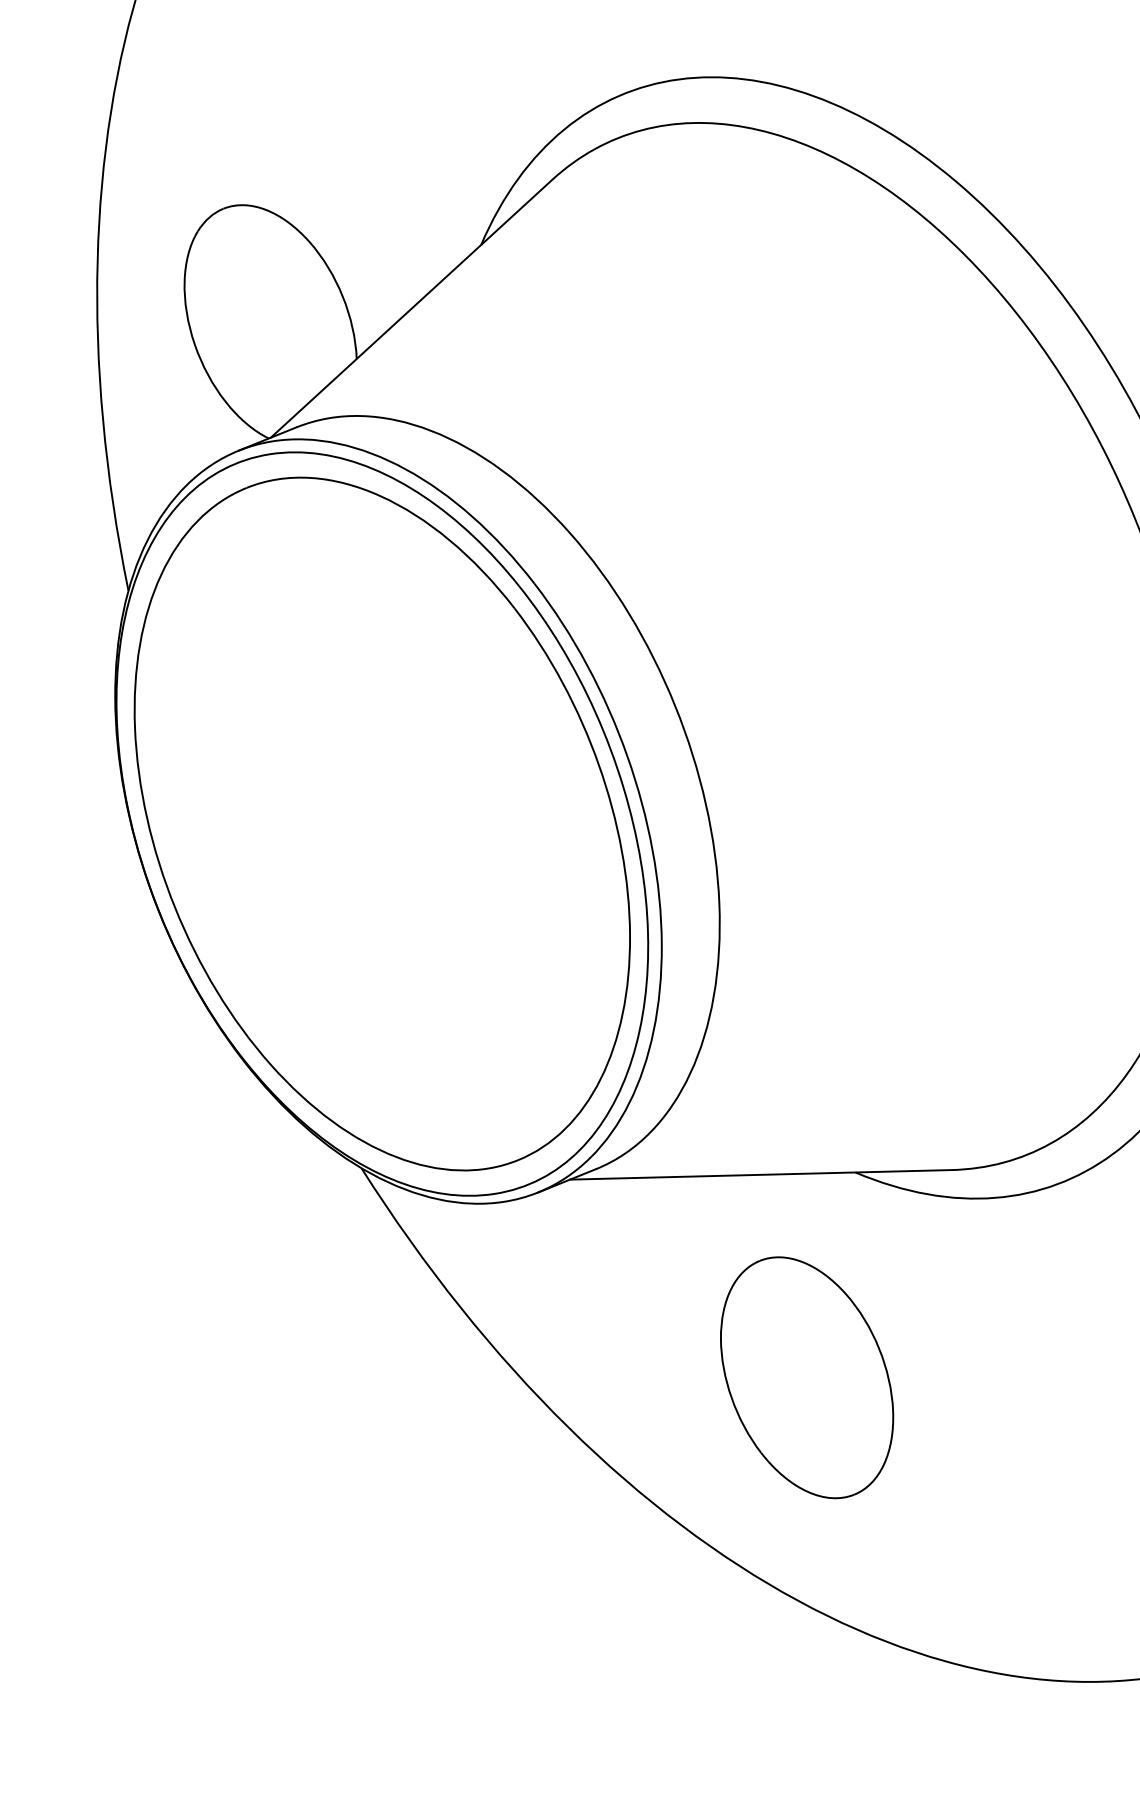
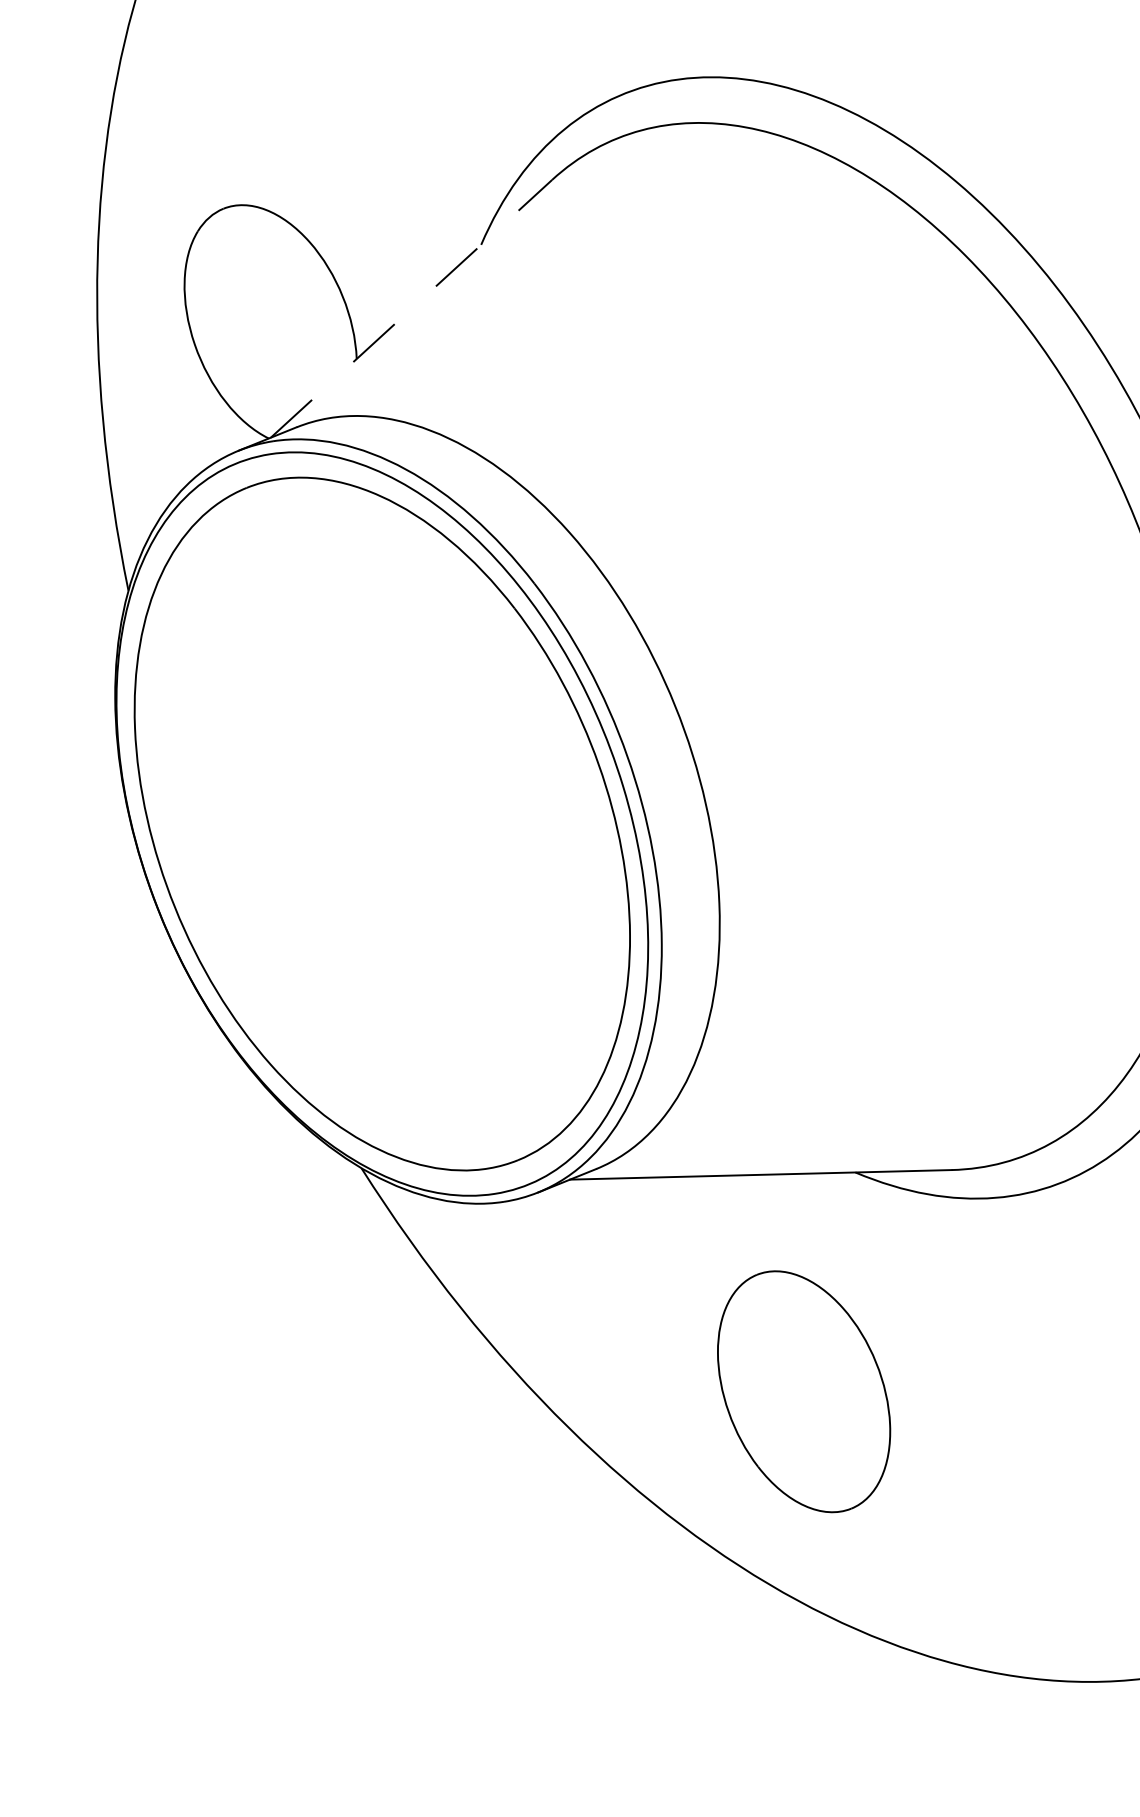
line at (411, 308): solid -> dashed
part at (807, 1377) position: (807, 1377) -> (804, 1391)
